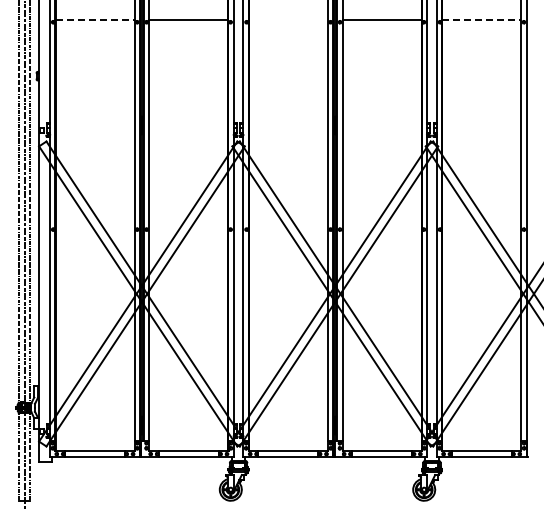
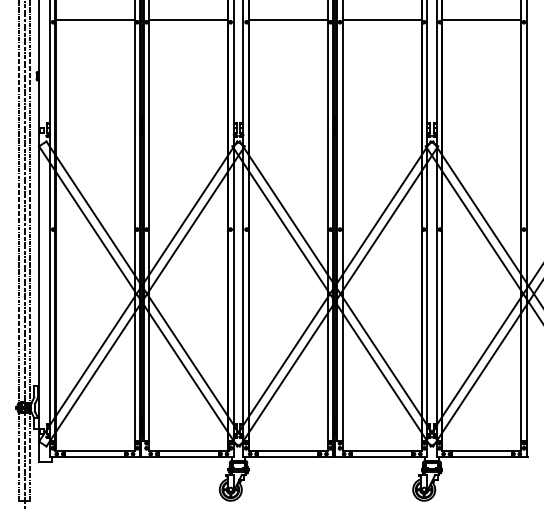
line at (95, 20): dashed -> solid
line at (288, 20): none -> present
line at (481, 20): dashed -> solid
